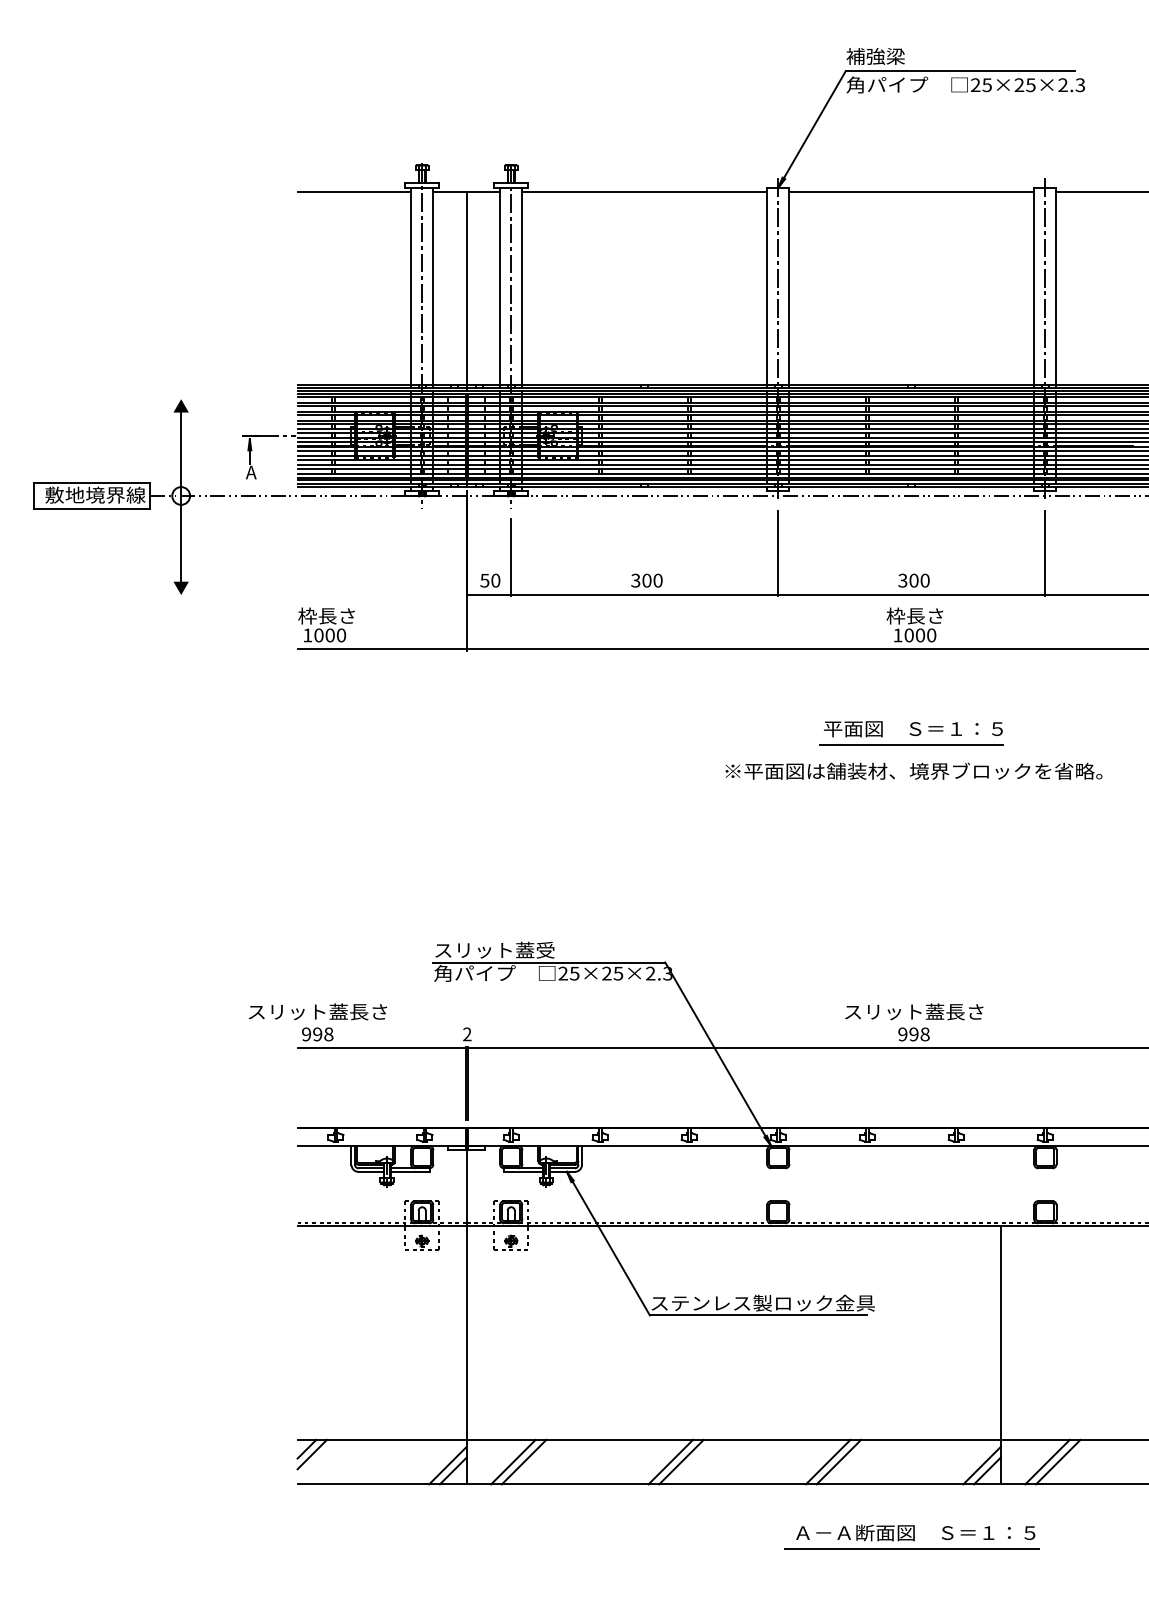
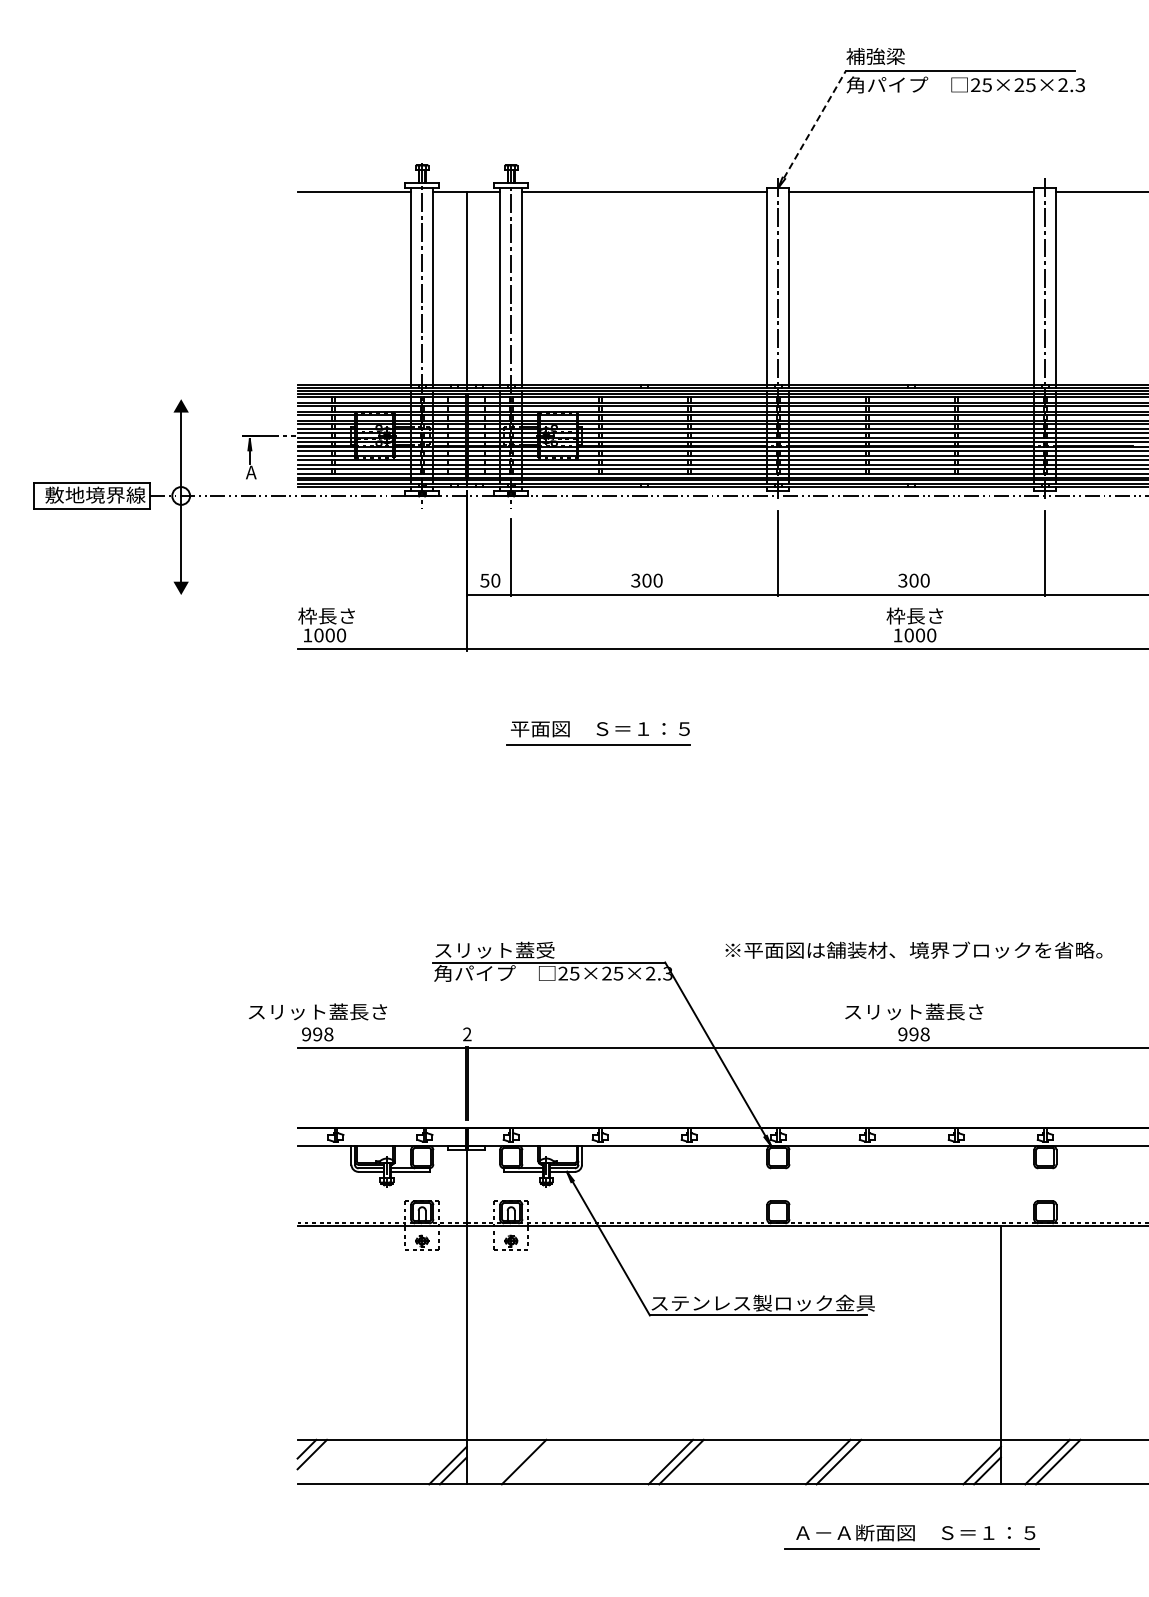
line at (812, 129): solid -> dashed
part at (911, 733) position: (911, 733) -> (598, 733)
text at (913, 770) position: (913, 770) -> (913, 949)
line at (513, 1461): present -> none
